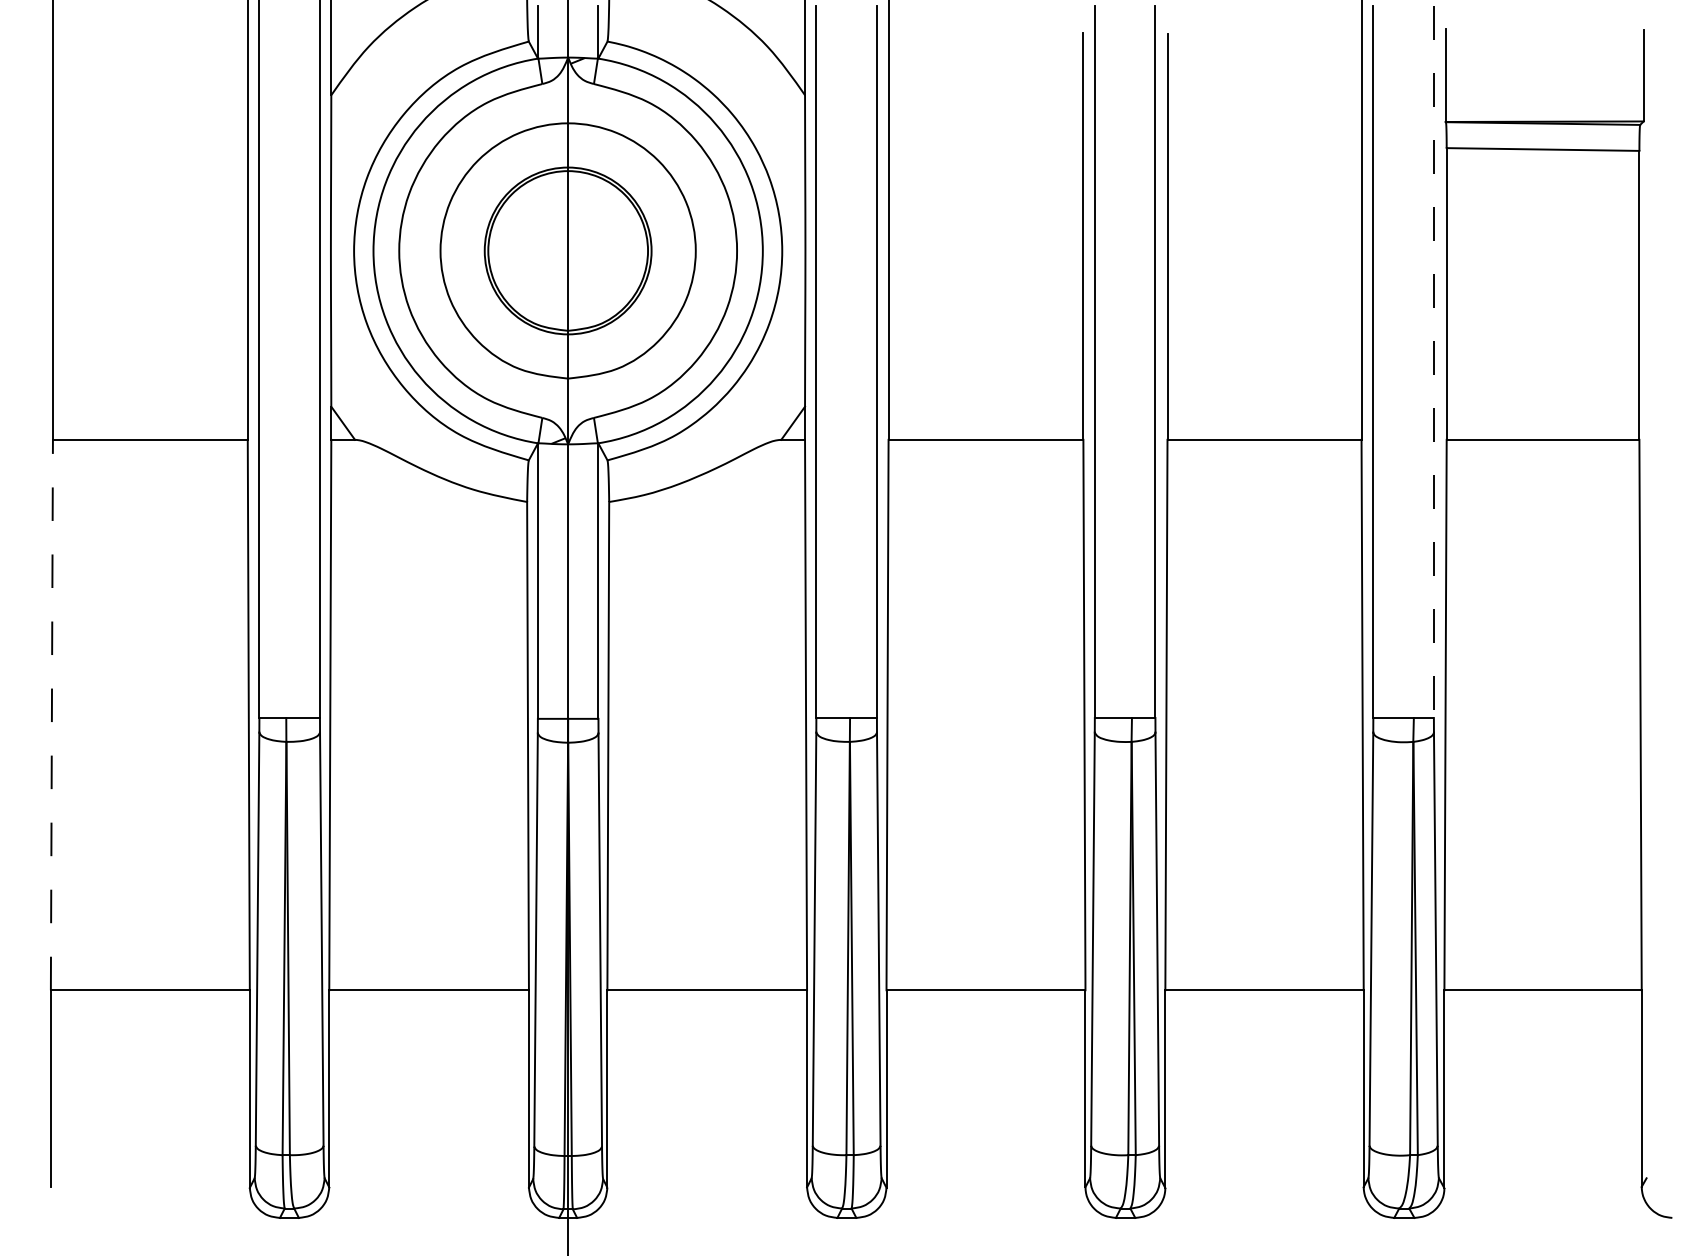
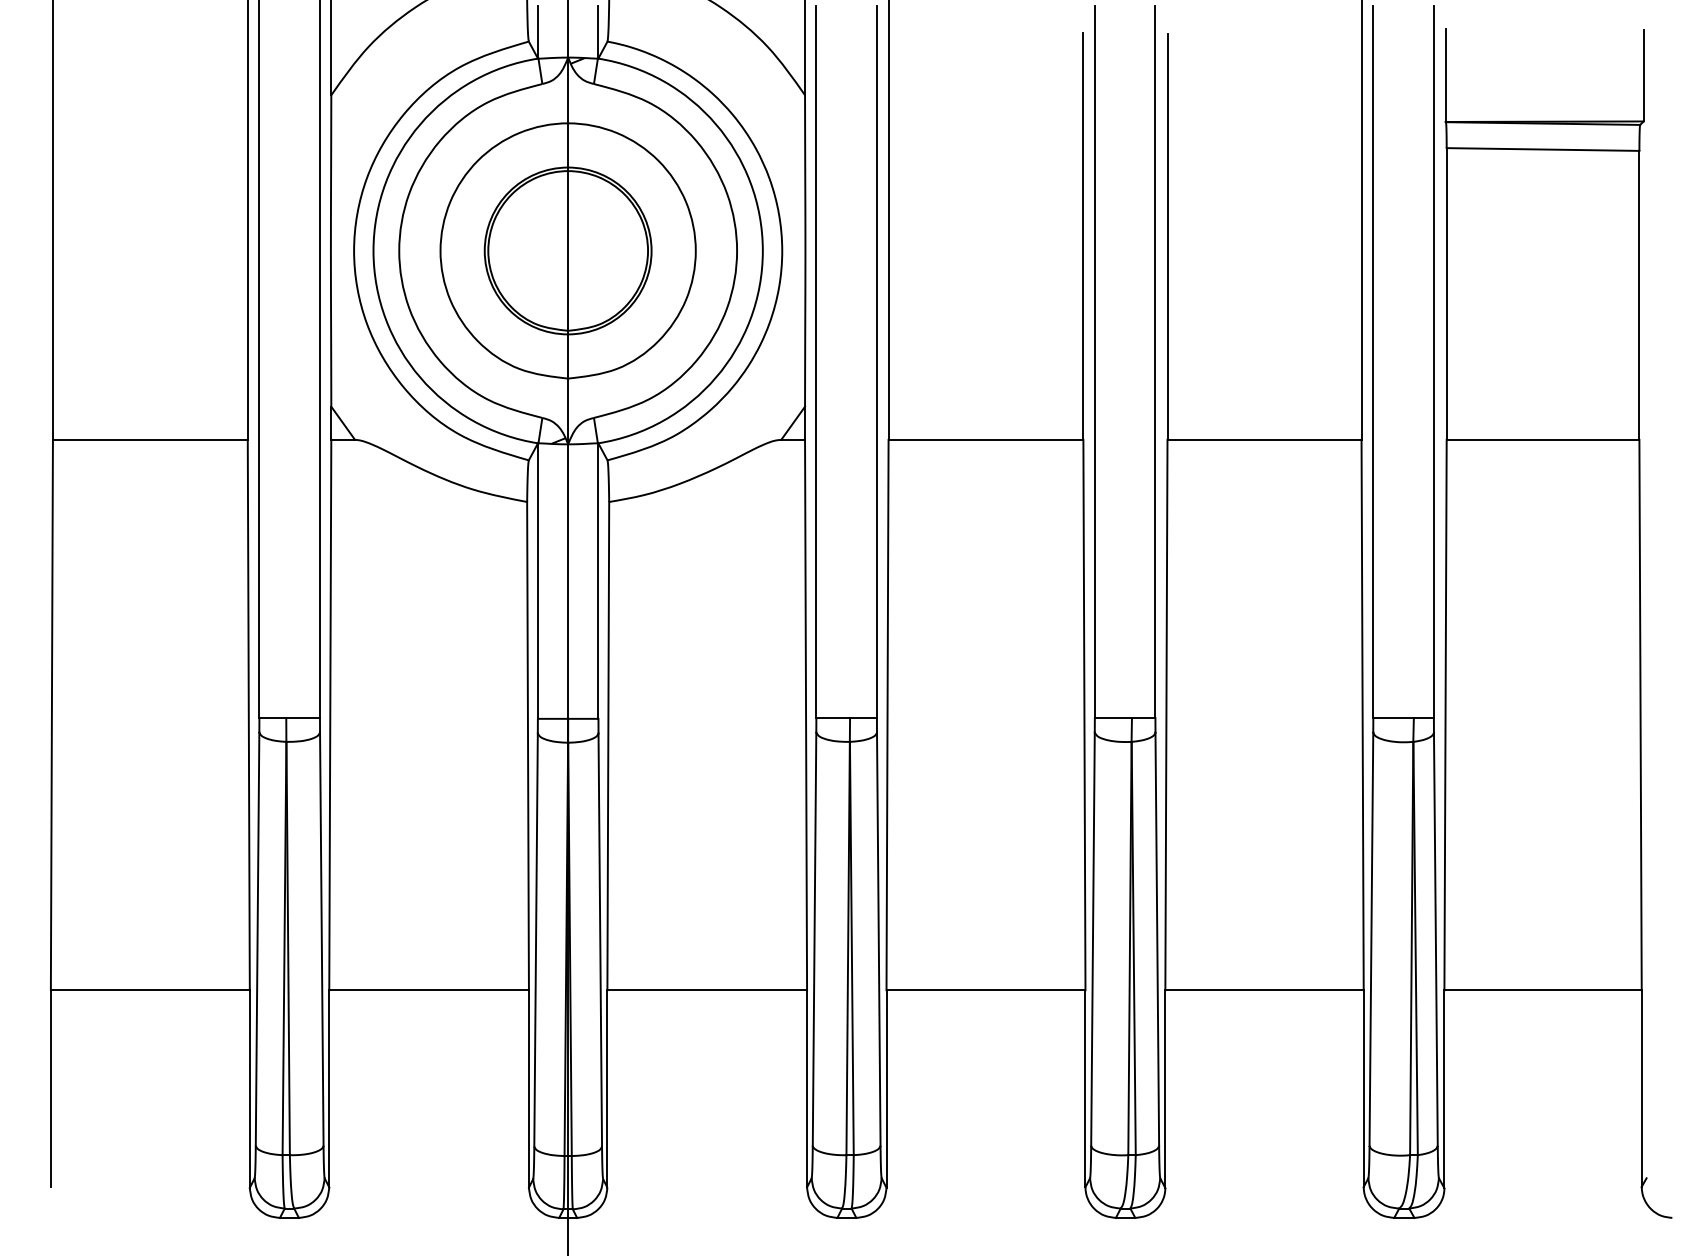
line at (1433, 362): dashed -> solid
line at (51, 714): dashed -> solid
